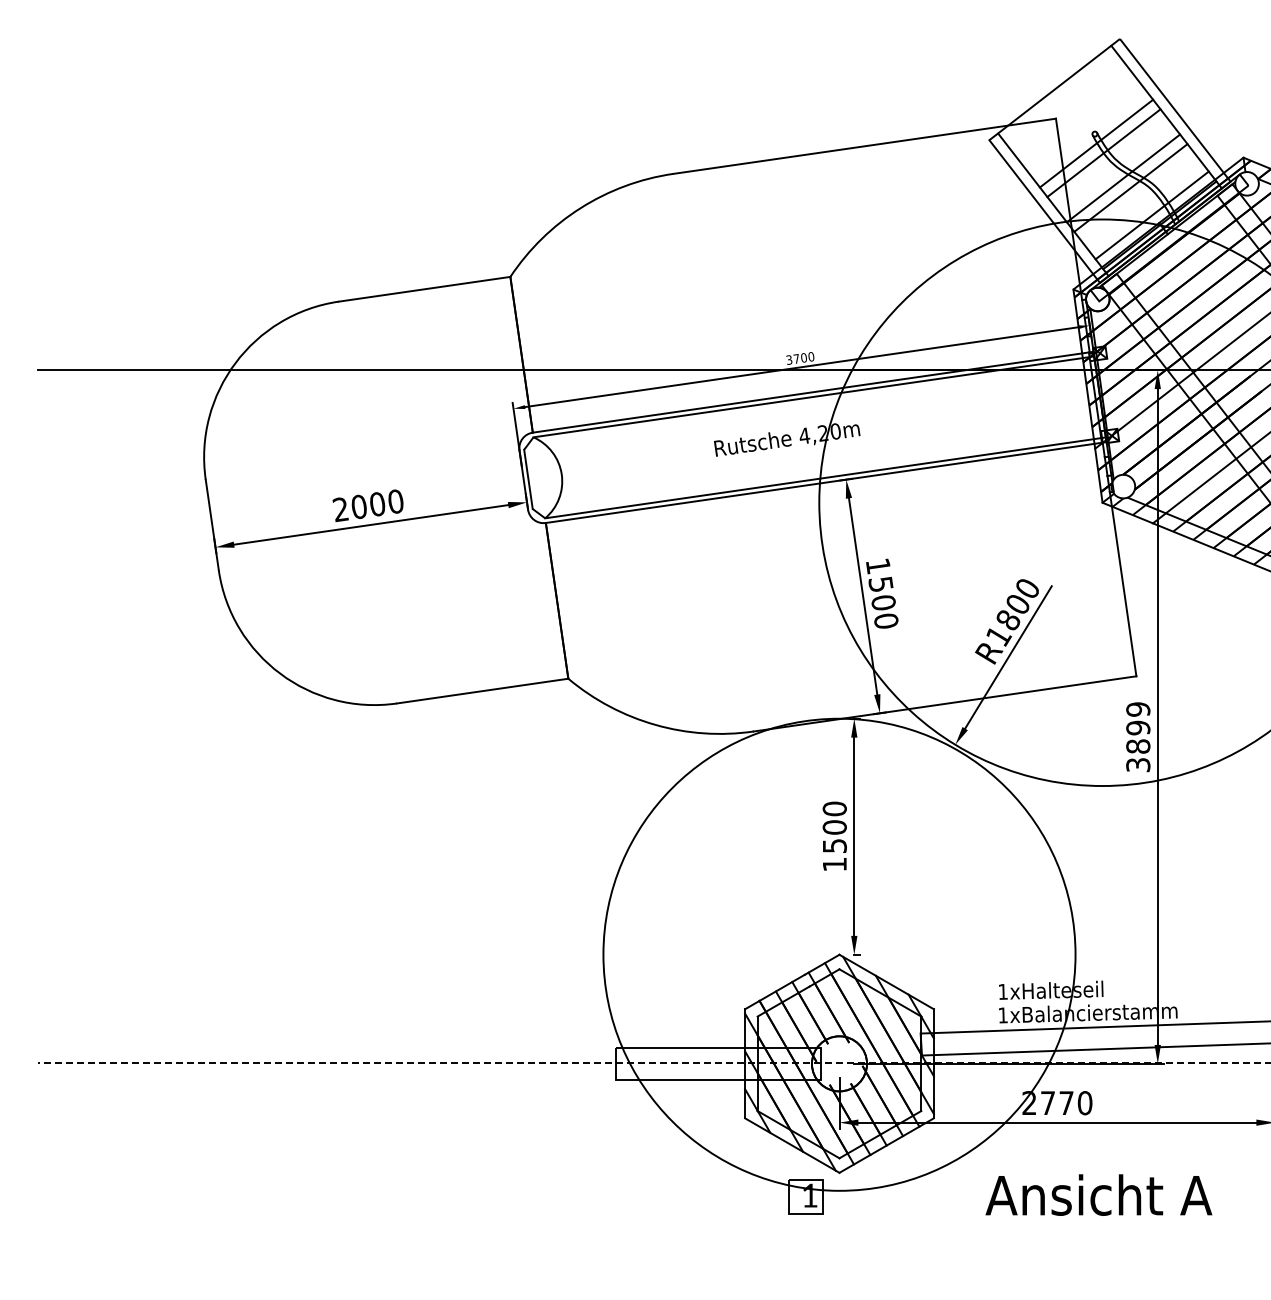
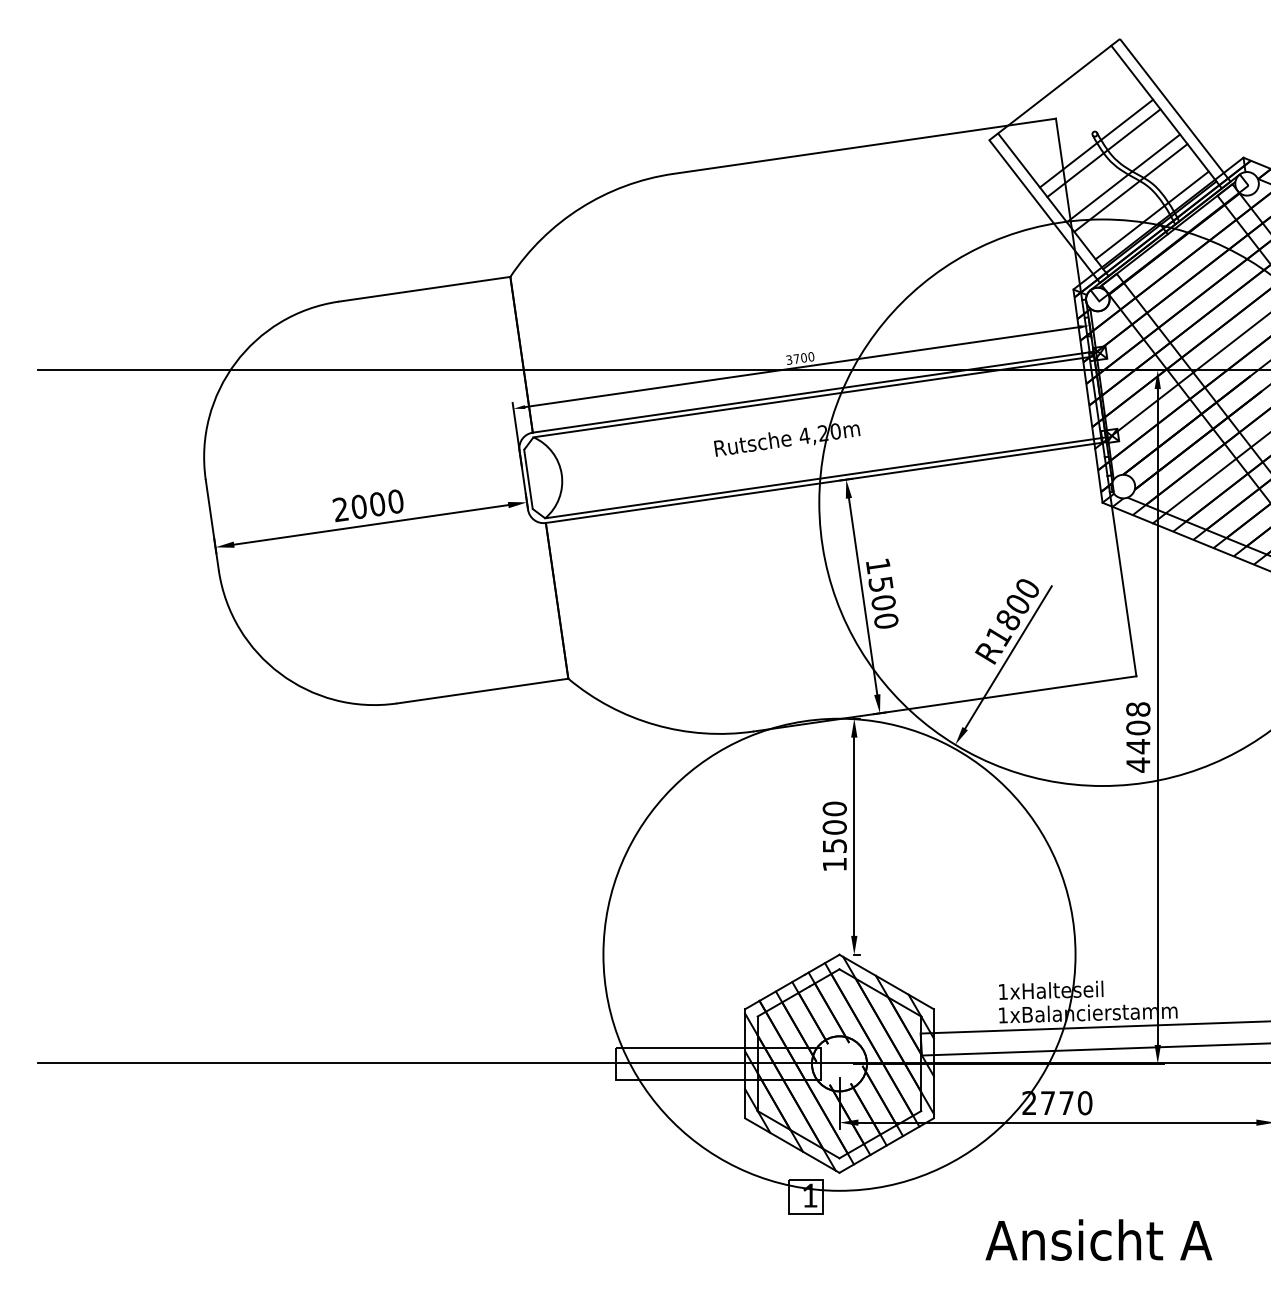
text at (1138, 737): 3899 -> 4408
line at (653, 1062): dashed -> solid
text at (1098, 1194) position: (1098, 1194) -> (1098, 1239)
